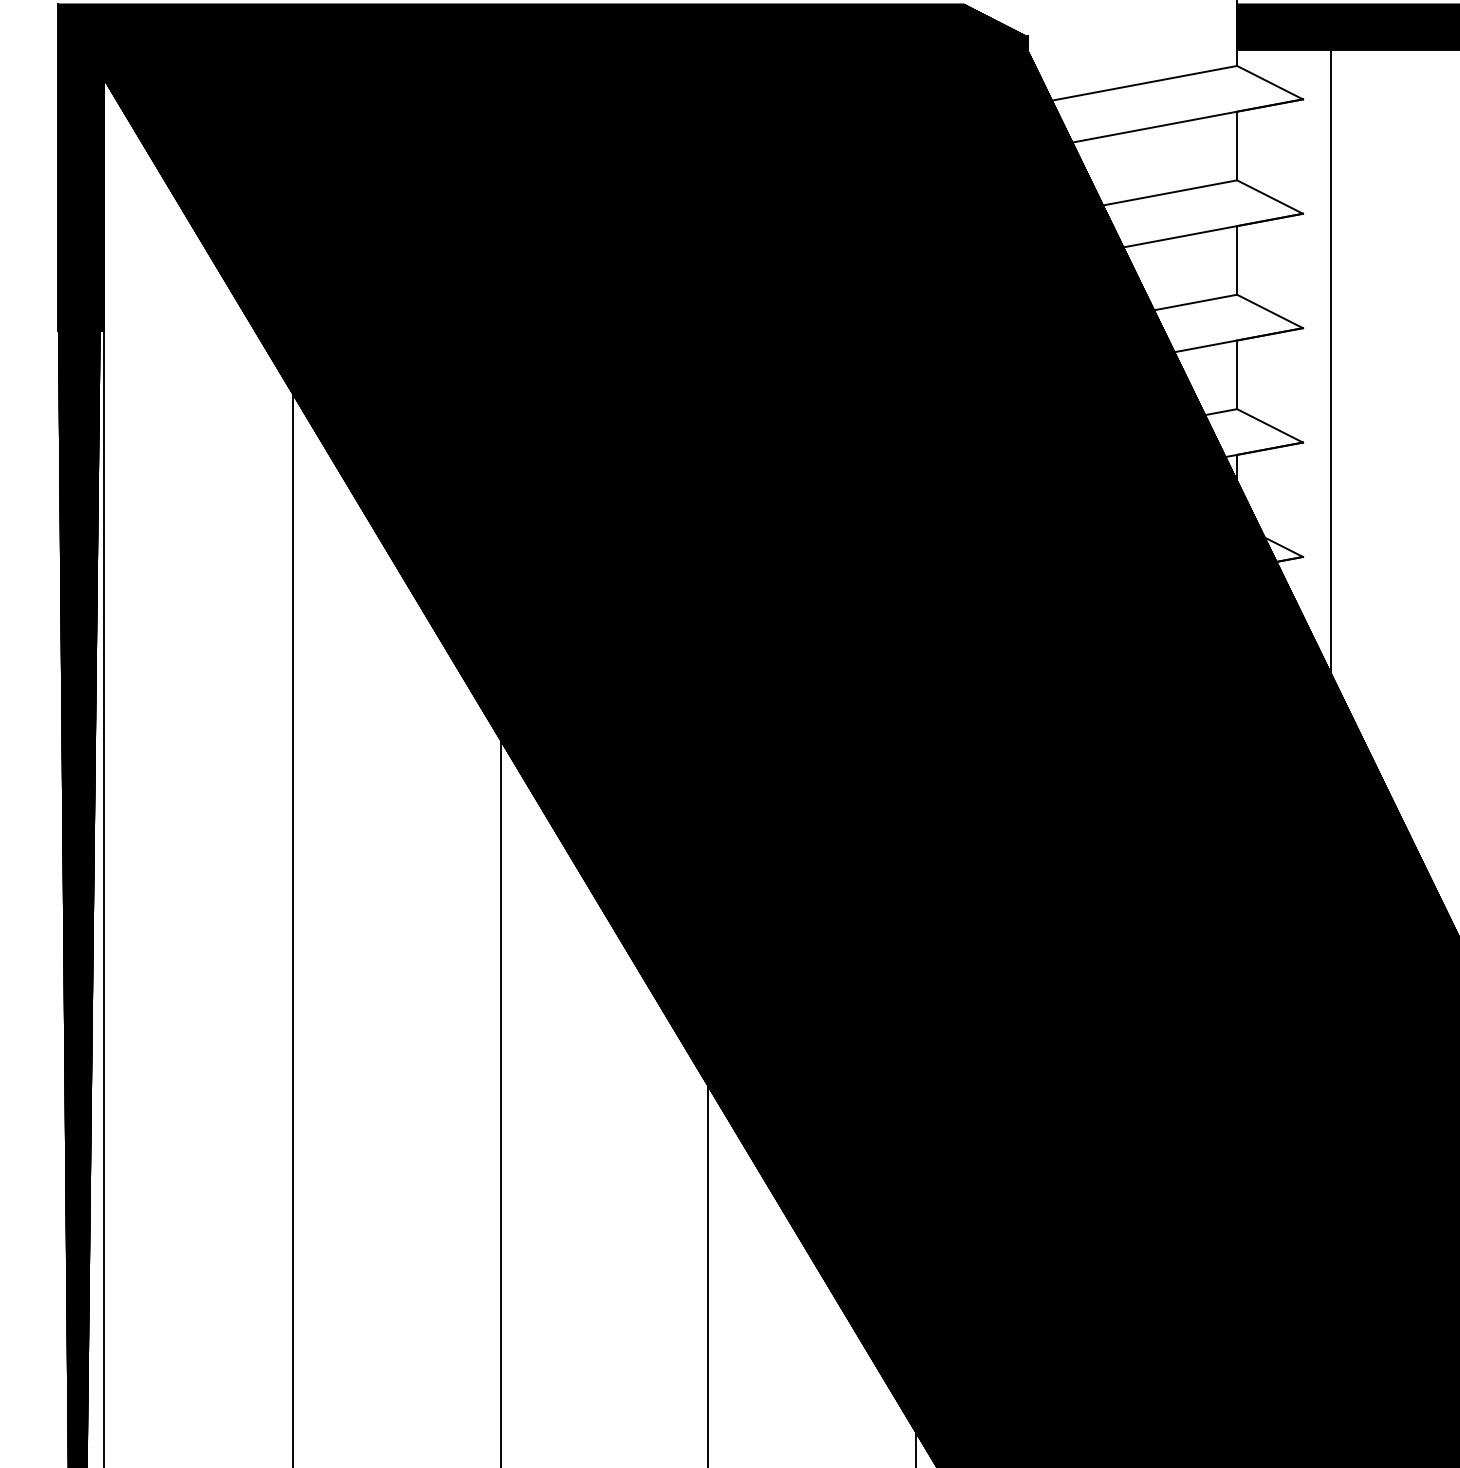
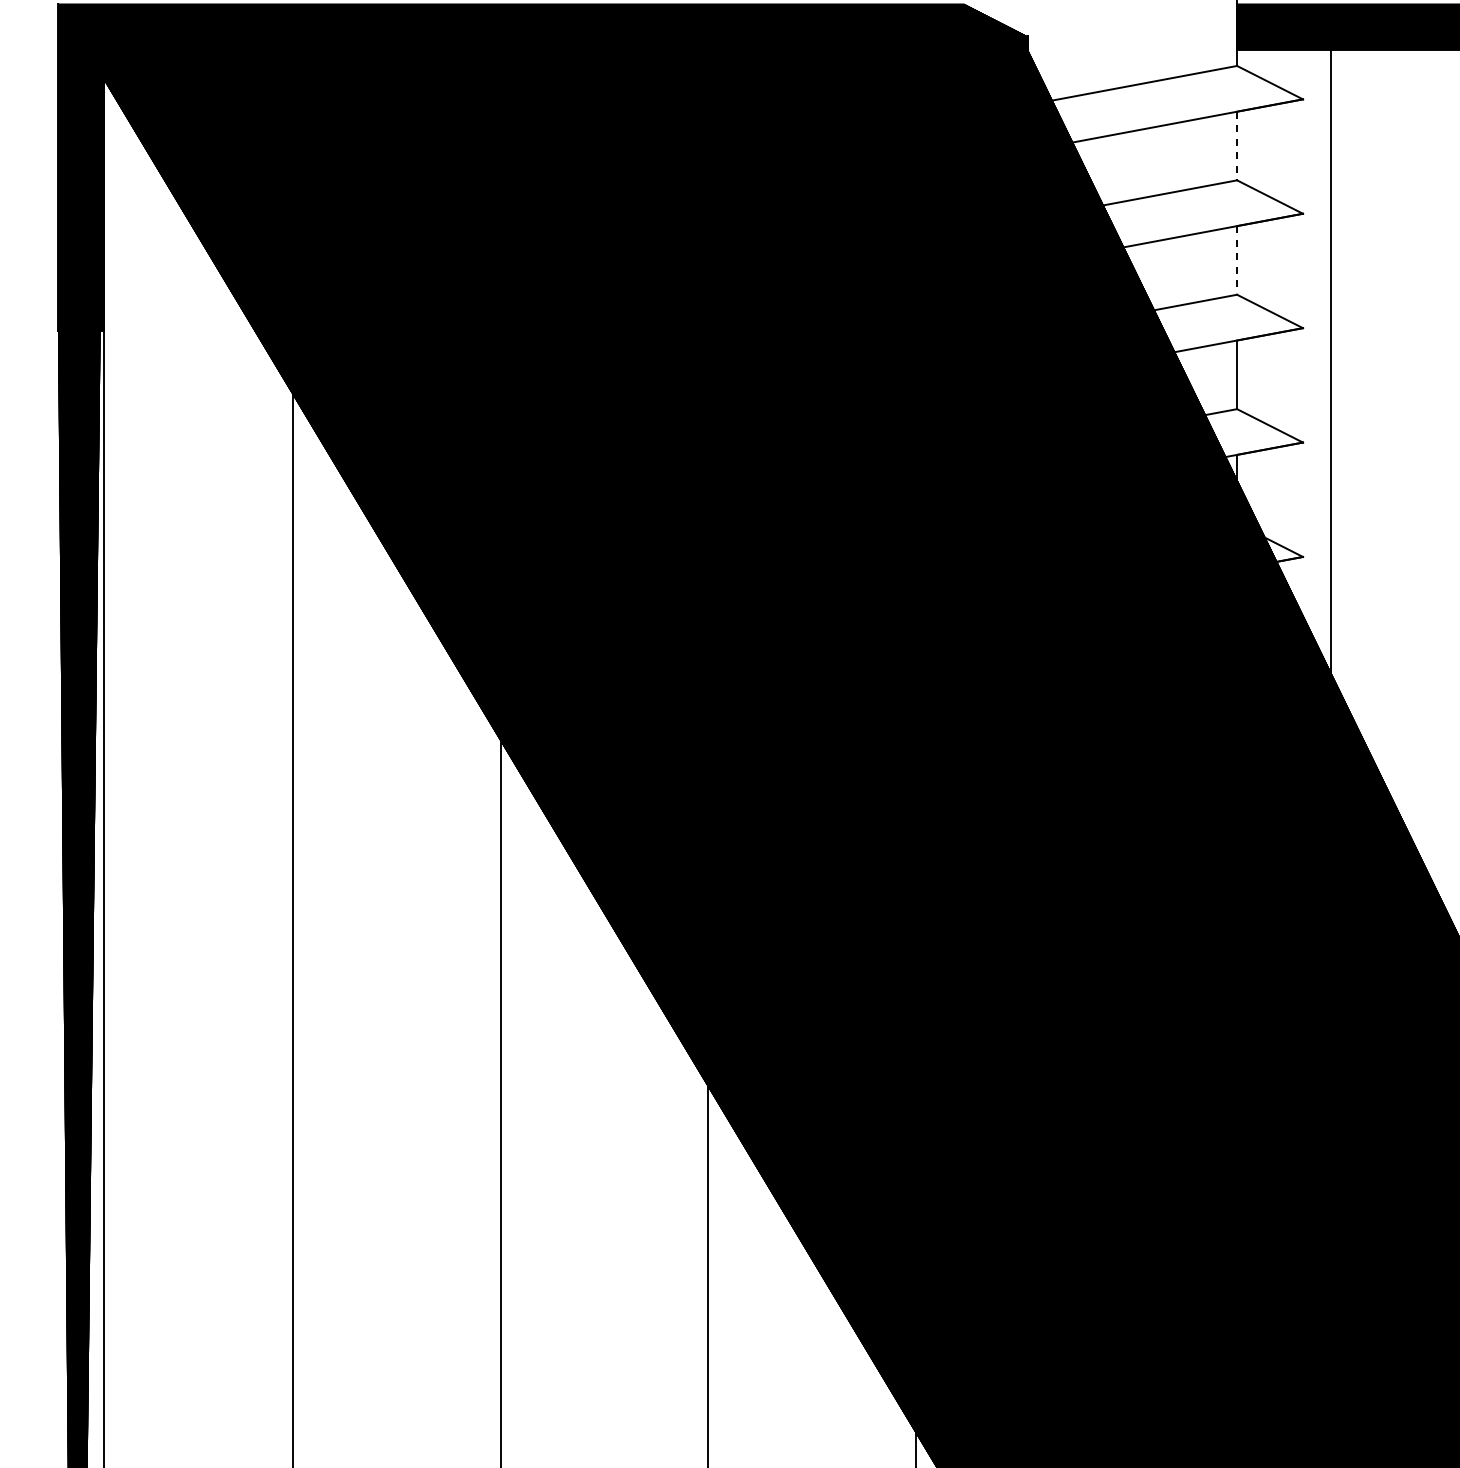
line at (1237, 146): solid -> dashed
line at (1237, 260): solid -> dashed
